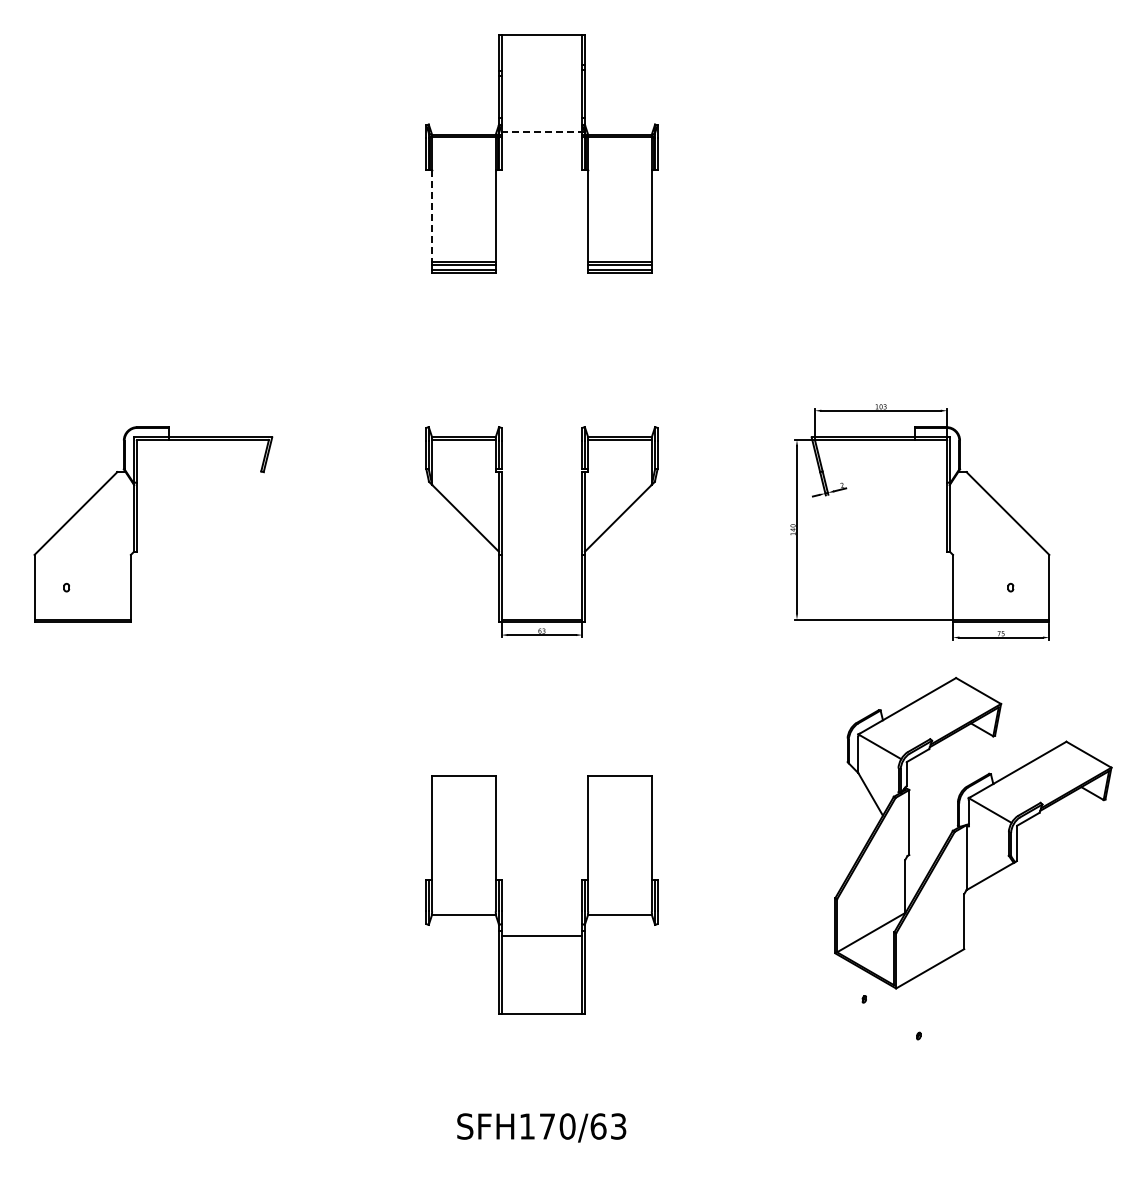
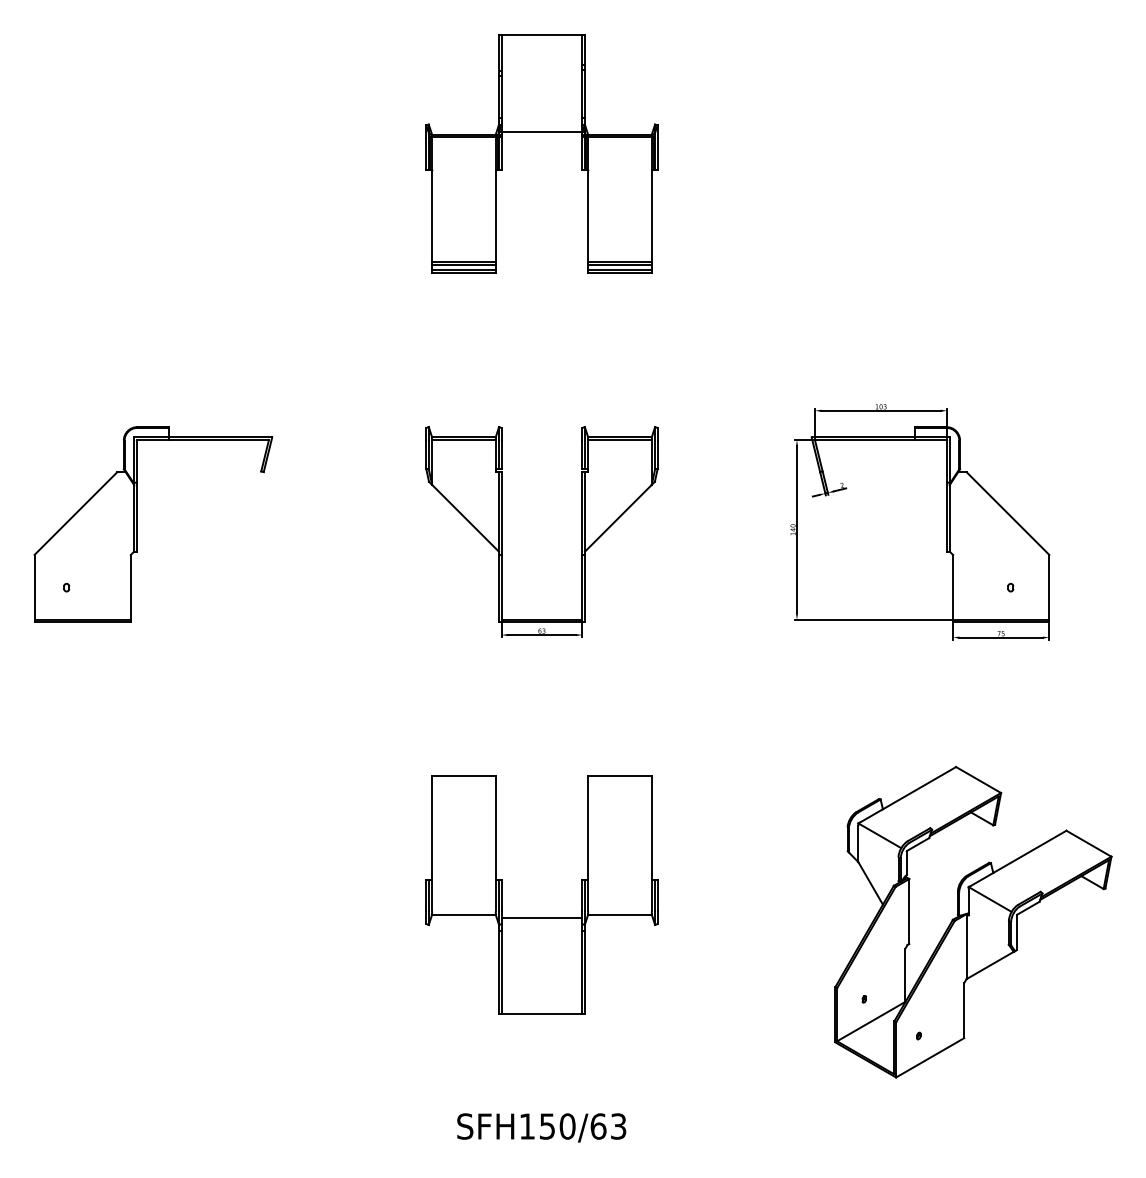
line at (541, 131): dashed -> solid
line at (432, 216): dashed -> solid
part at (973, 833) position: (973, 833) -> (973, 922)
line at (541, 935) position: (541, 935) -> (541, 917)
text at (547, 1126): SFH170/63 -> SFH150/63
